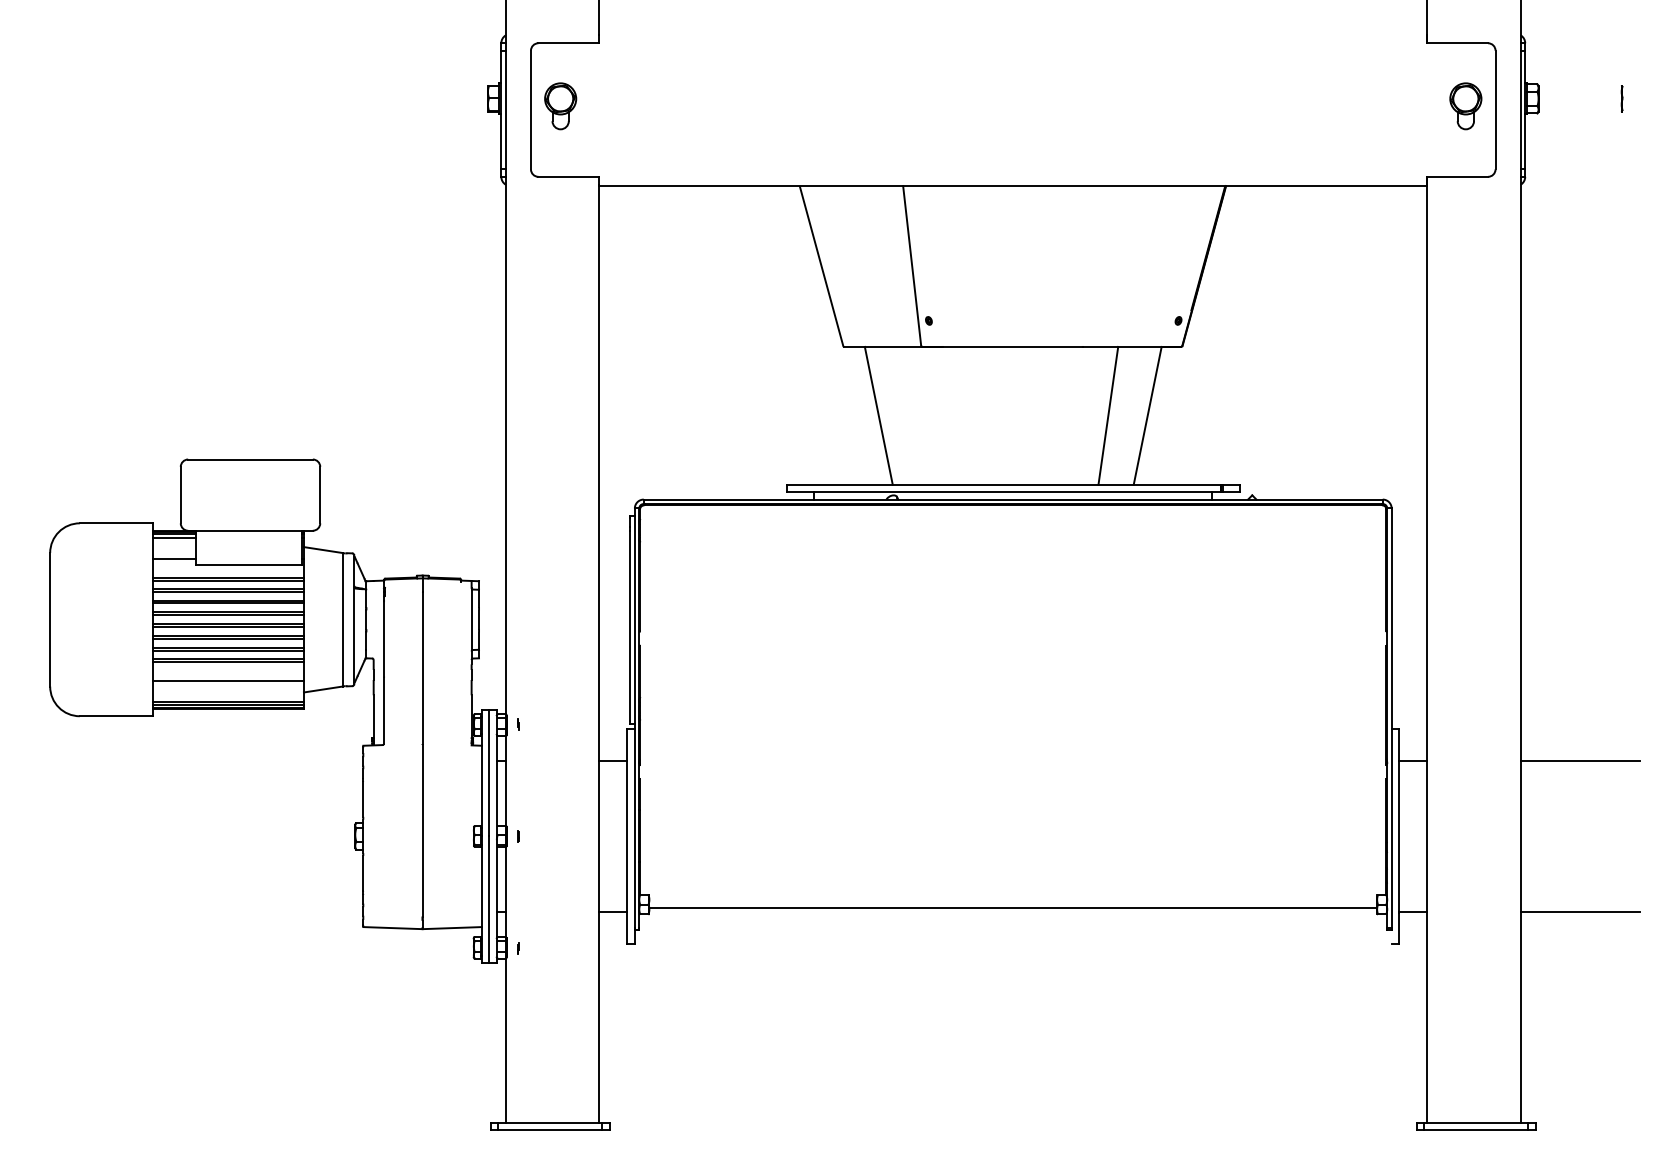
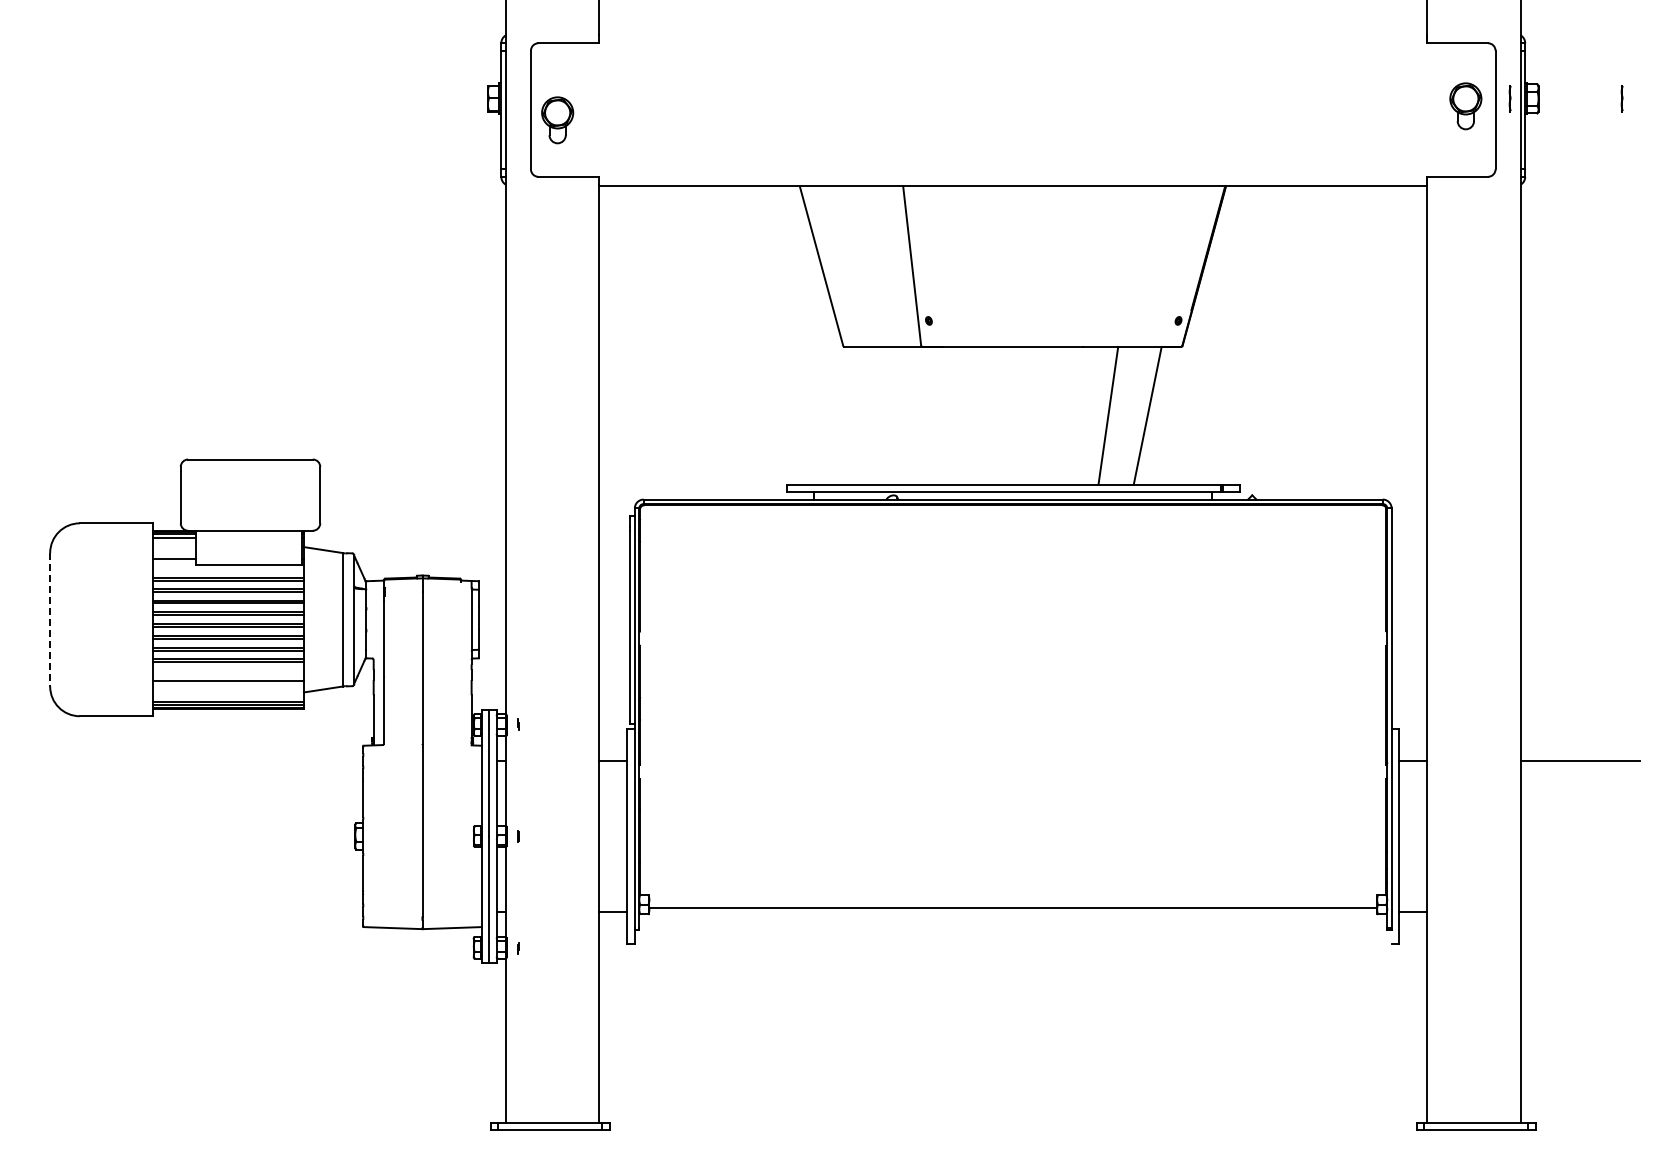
line at (1509, 98): none -> present
part at (560, 106) position: (560, 106) -> (557, 120)
line at (878, 415): present -> none
line at (50, 619): solid -> dashed
line at (1579, 911): present -> none
